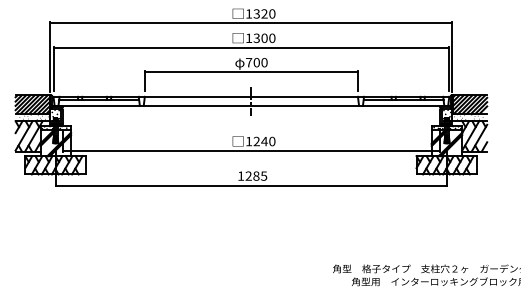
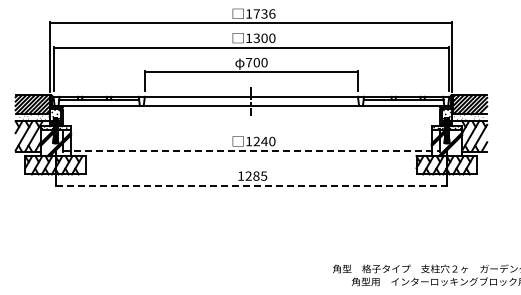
text at (264, 13): 1320 -> 1736
line at (251, 150): solid -> dashed
line at (251, 185): solid -> dashed
